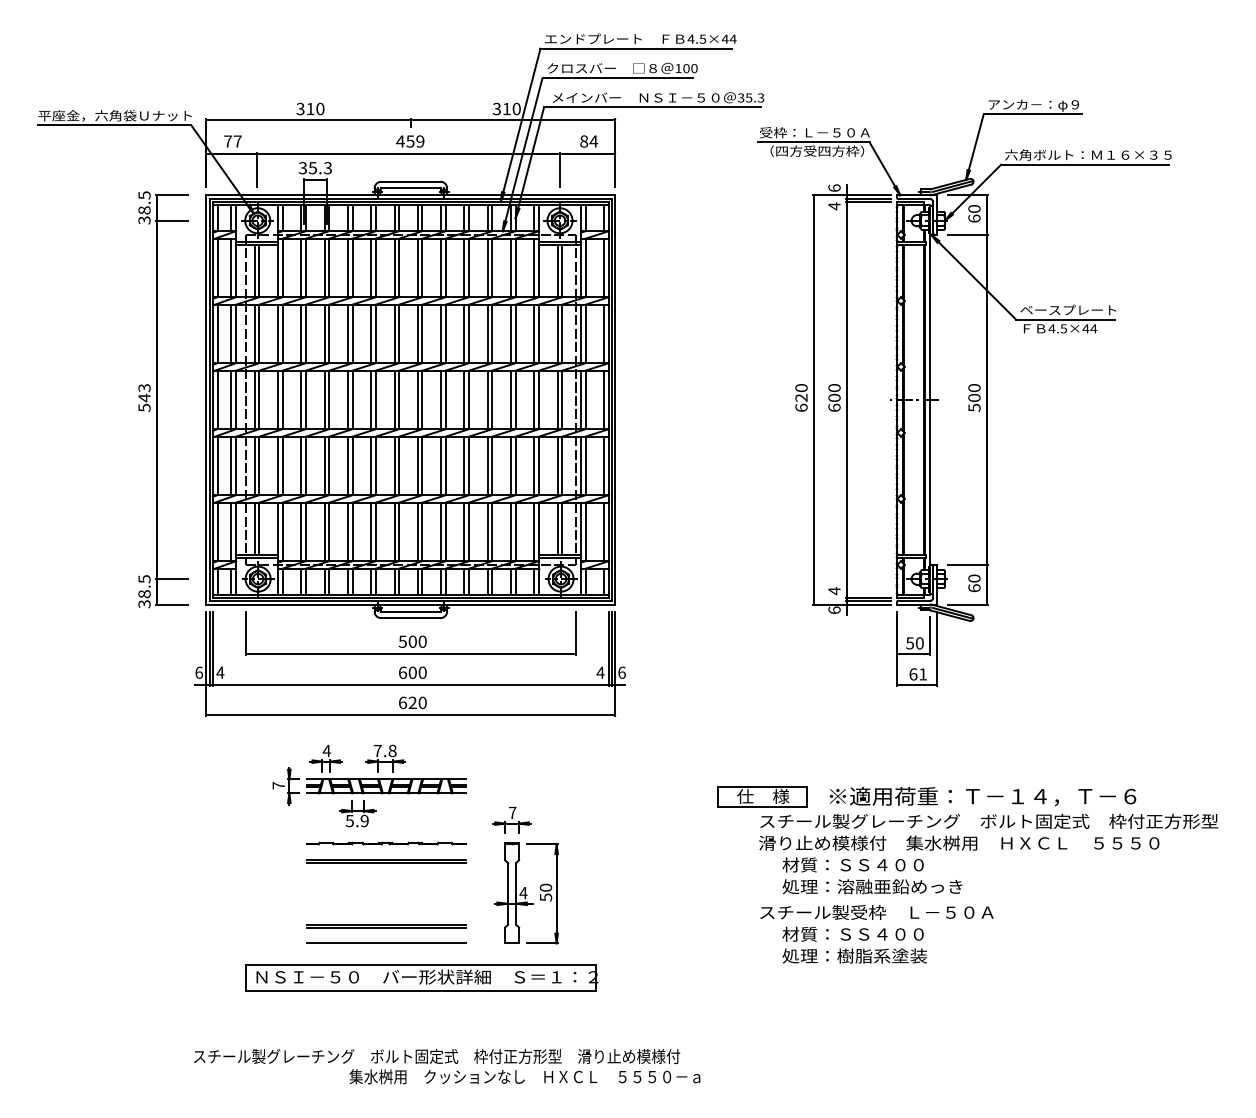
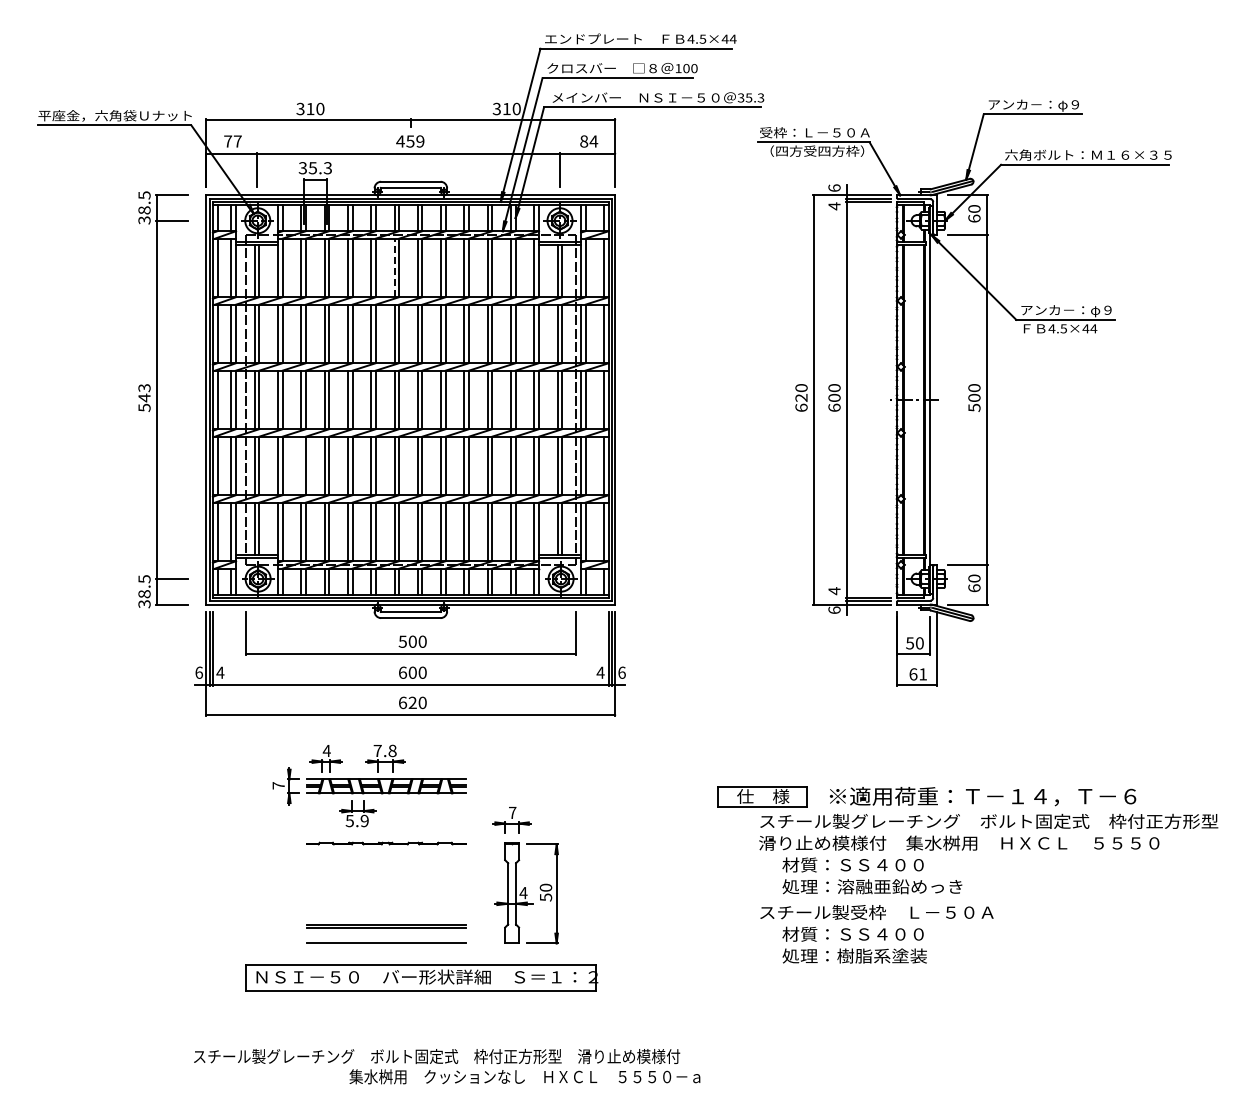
line at (394, 267): solid -> dashed
text at (1068, 310): ベースプレート -> アンカ－：φ９
line at (301, 465): present -> none
line at (386, 860): present -> none
